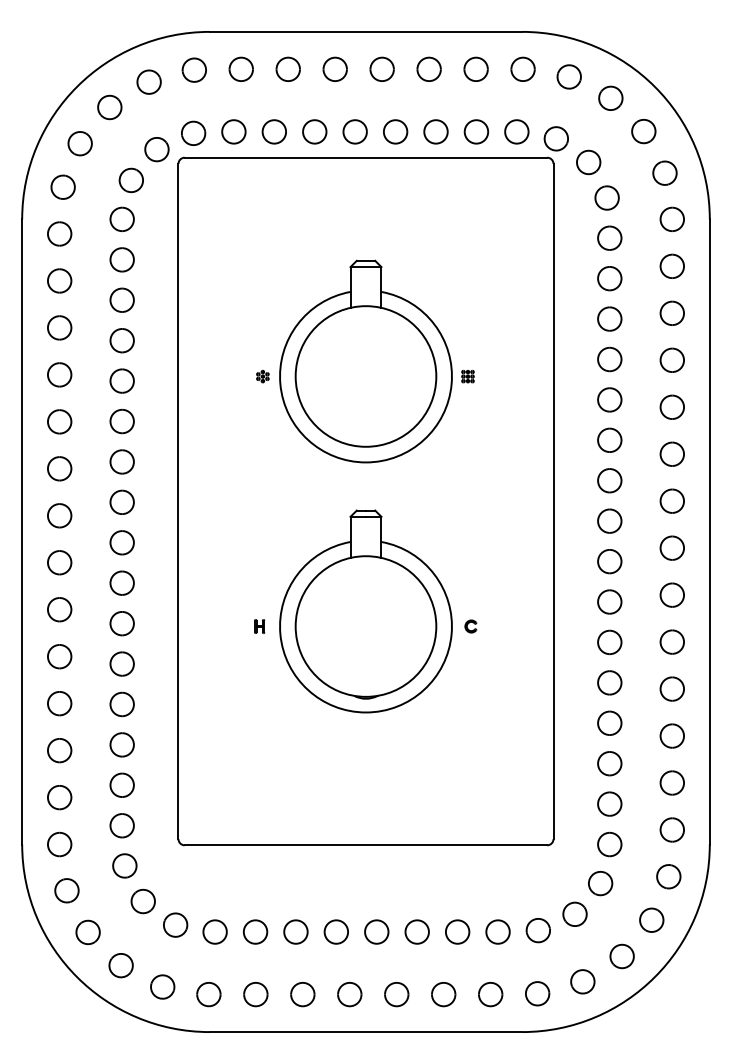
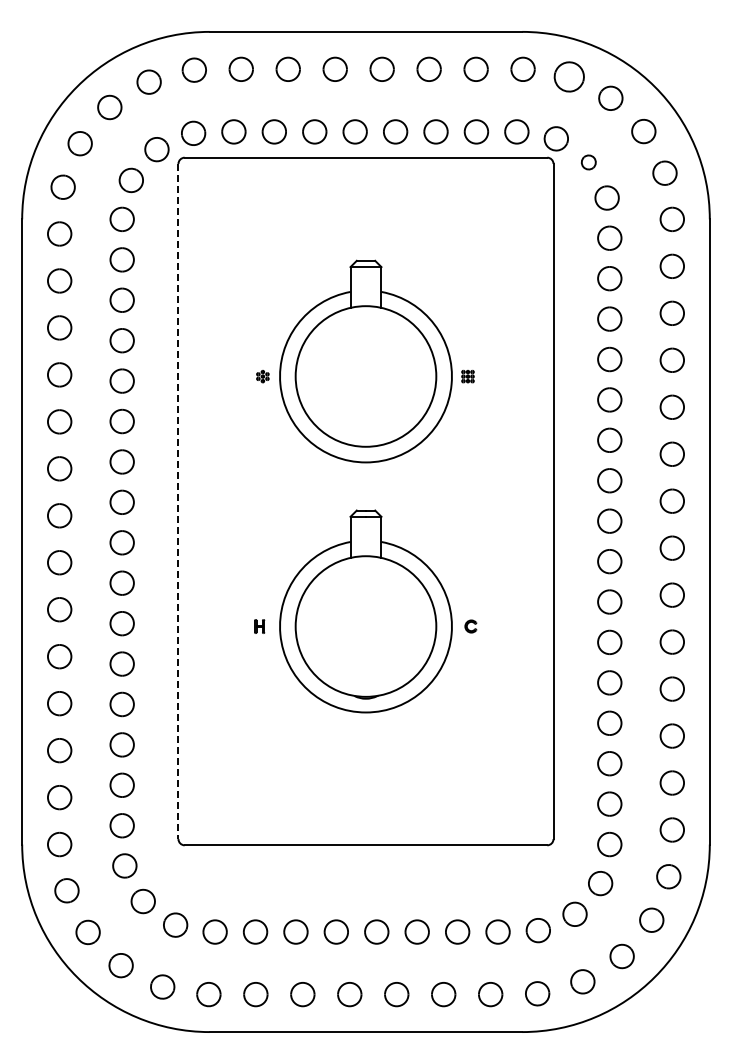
part at (568, 76) size: 26x26 px -> 32x32 px
part at (588, 162) size: 26x27 px -> 16x17 px
line at (178, 501): solid -> dashed
